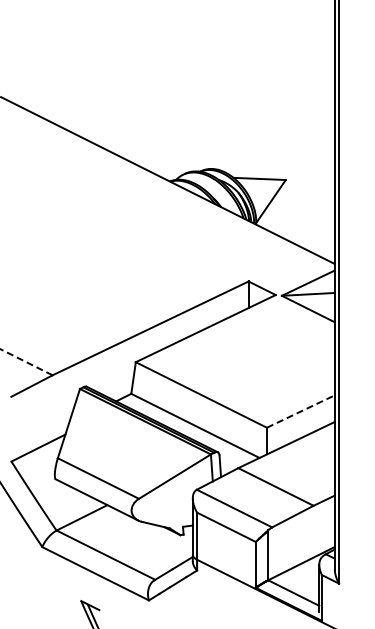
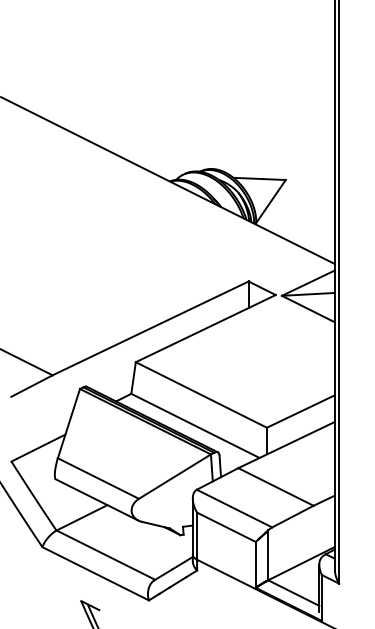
line at (26, 362): dashed -> solid
line at (300, 411): dashed -> solid
